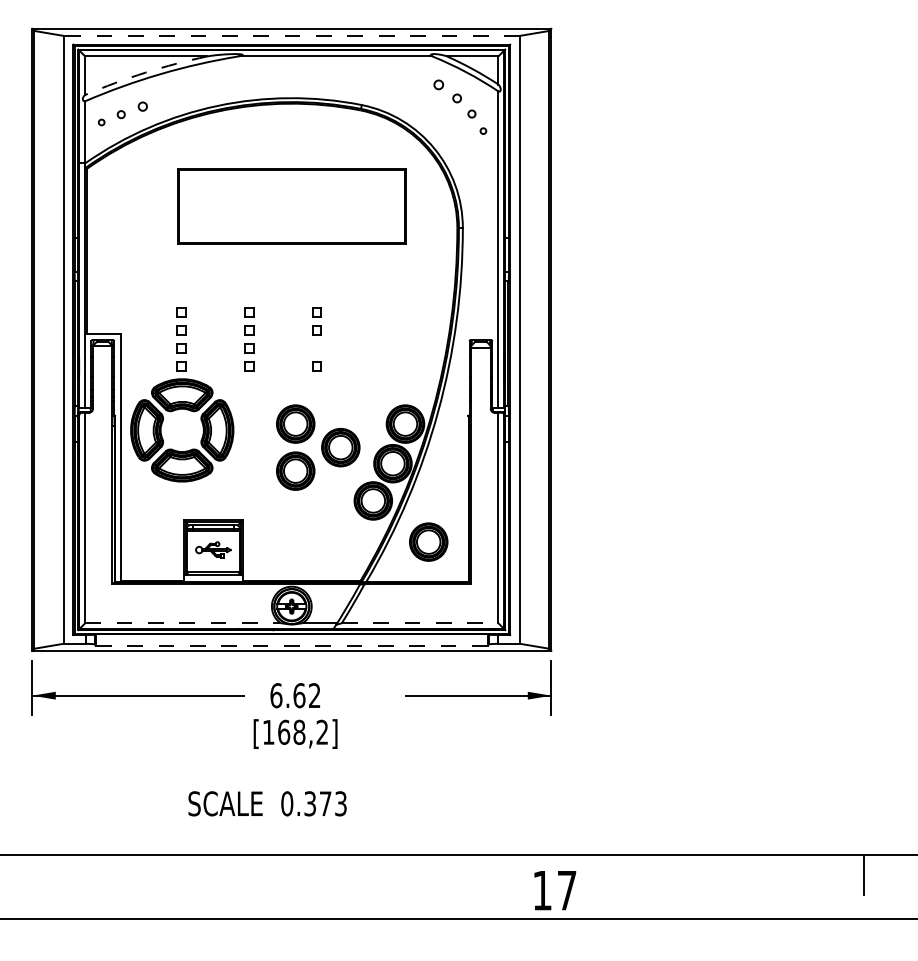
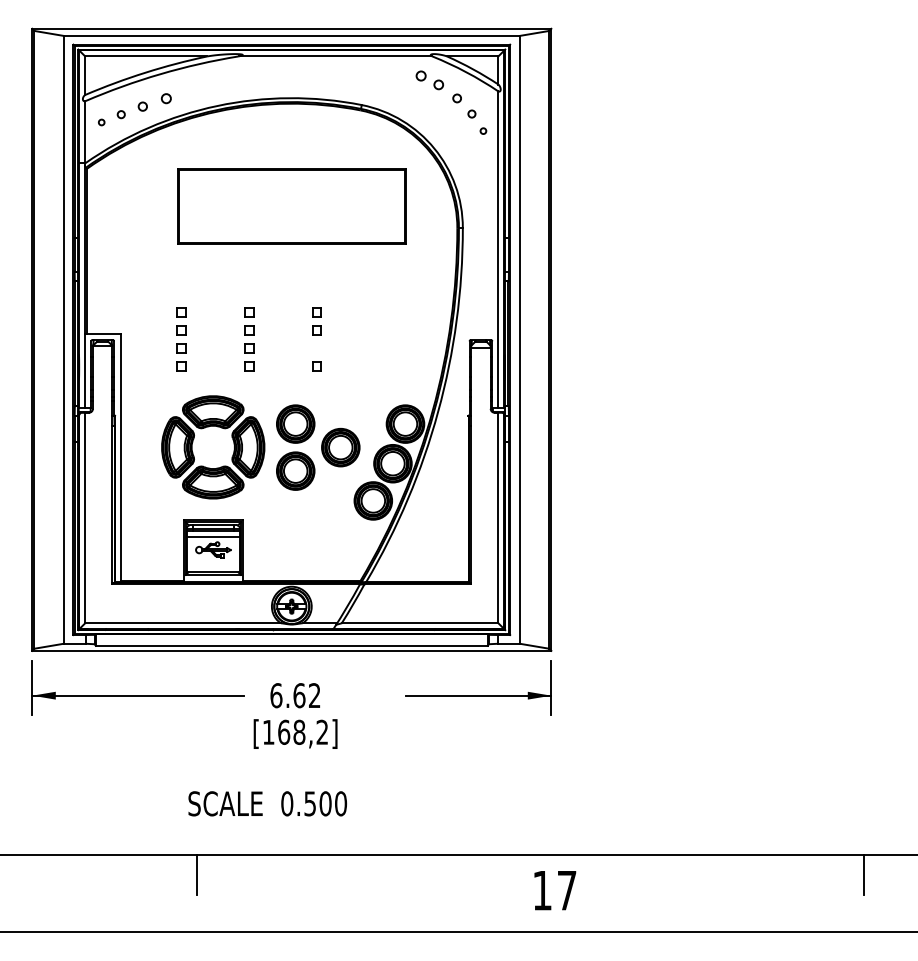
line at (291, 35): dashed -> solid
arc at (145, 72): dashed -> solid
circle at (420, 75): none -> present
circle at (165, 98): none -> present
part at (202, 427) position: (202, 427) -> (233, 444)
line at (213, 536): none -> present
part at (428, 541): present -> none
line at (183, 623): dashed -> solid
line at (420, 623): dashed -> solid
line at (291, 645): dashed -> solid
text at (326, 803): 0.373 -> 0.500
line at (197, 874): none -> present
line at (458, 919) position: (458, 919) -> (458, 932)
